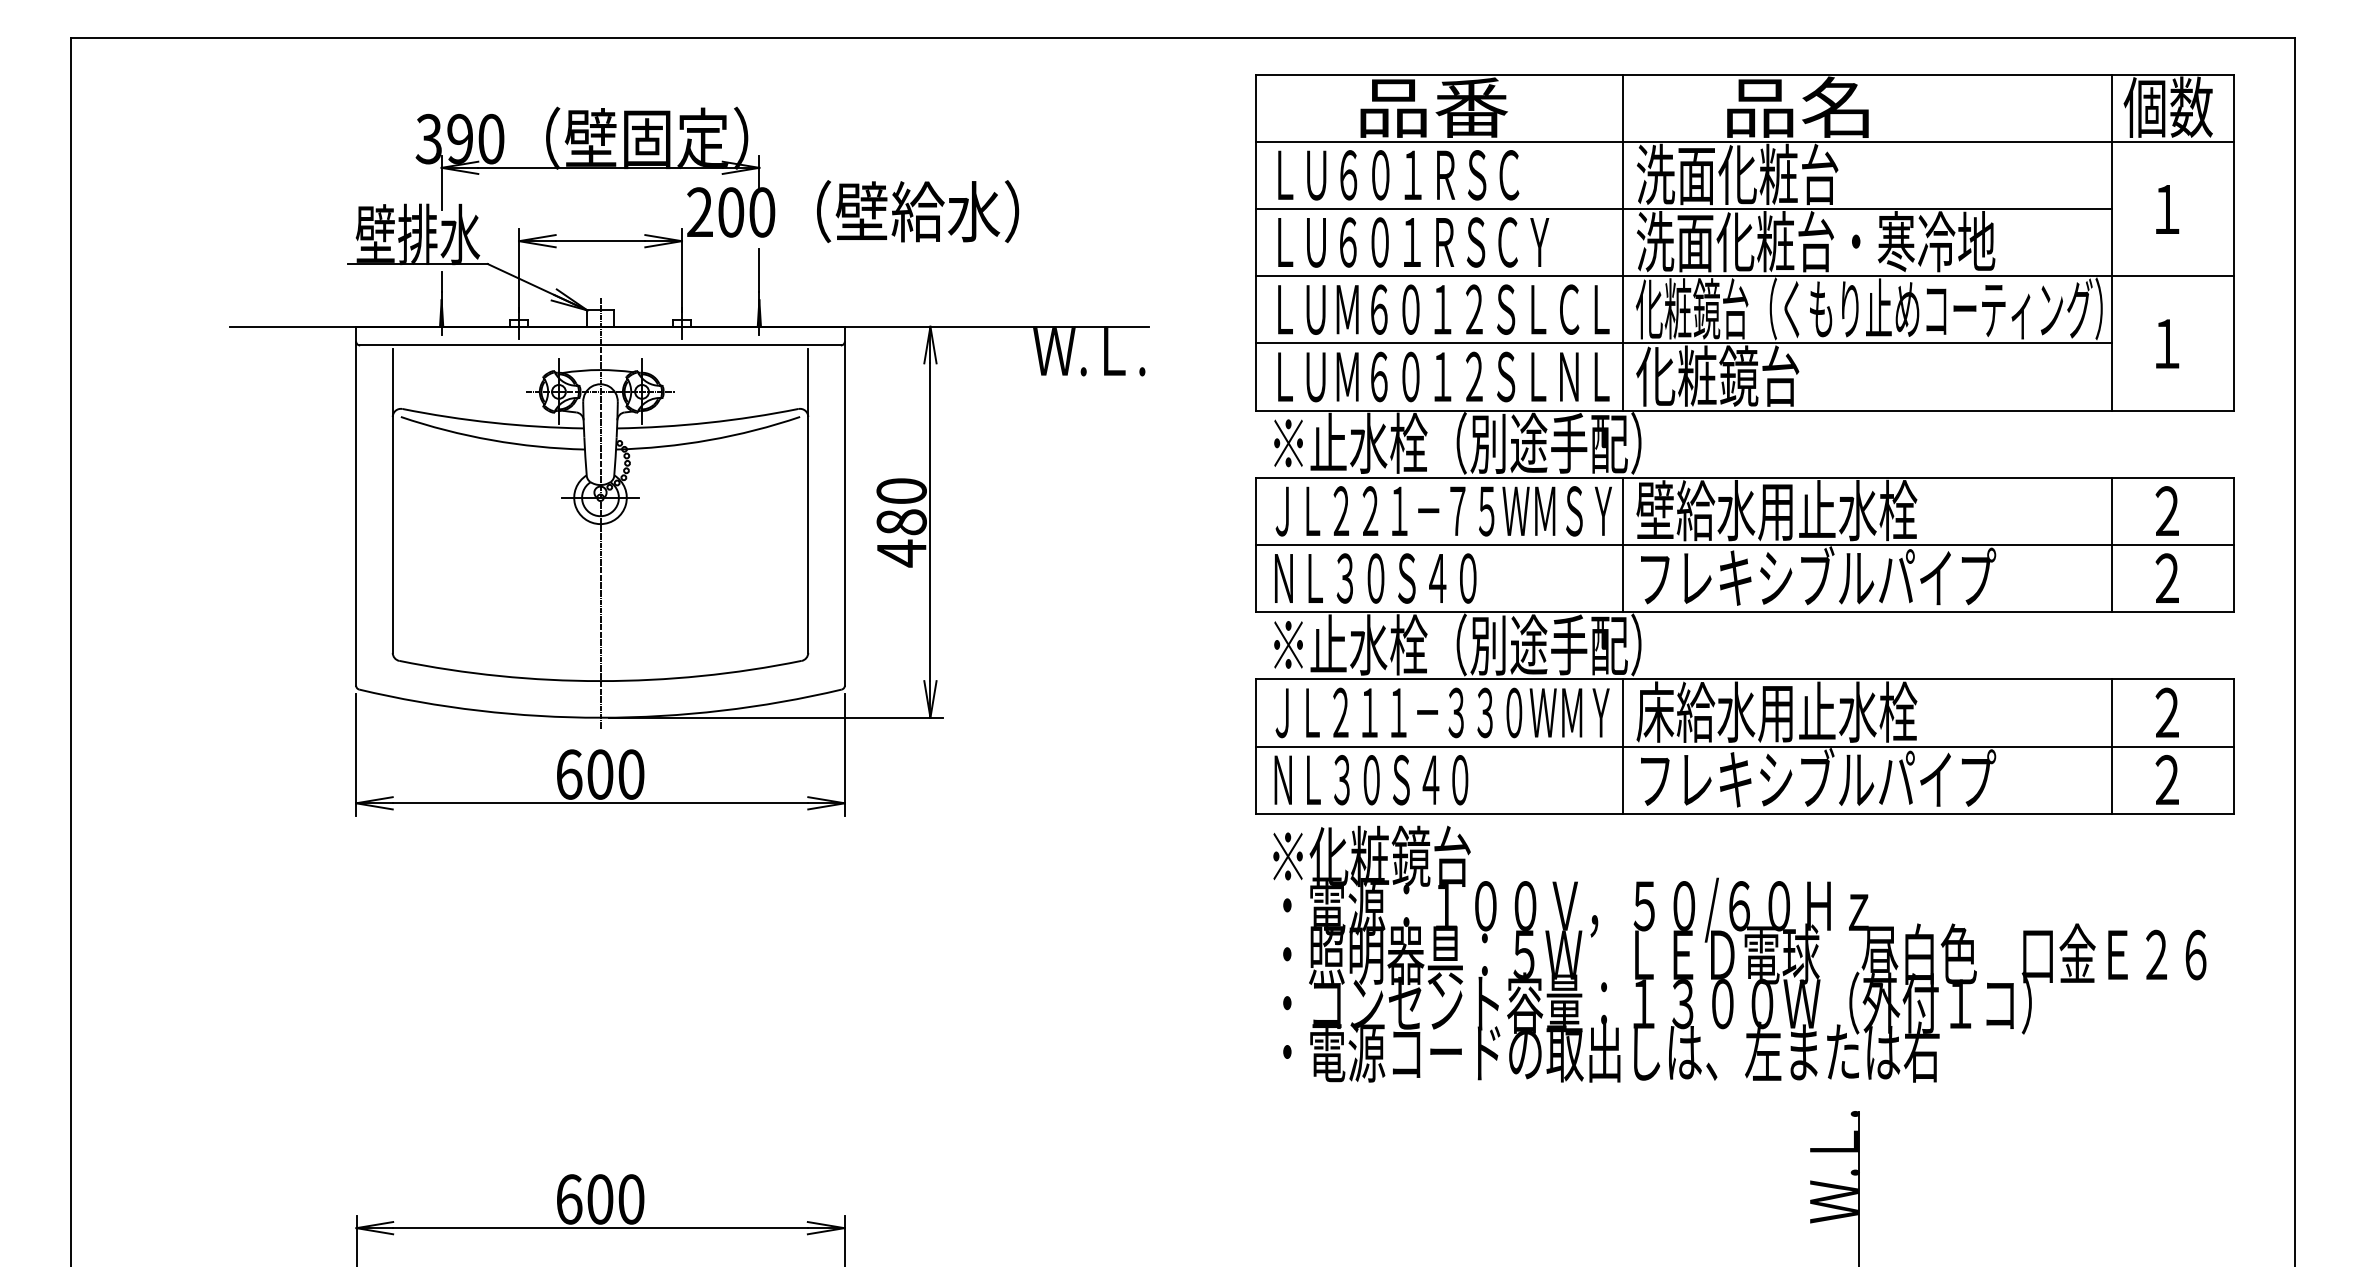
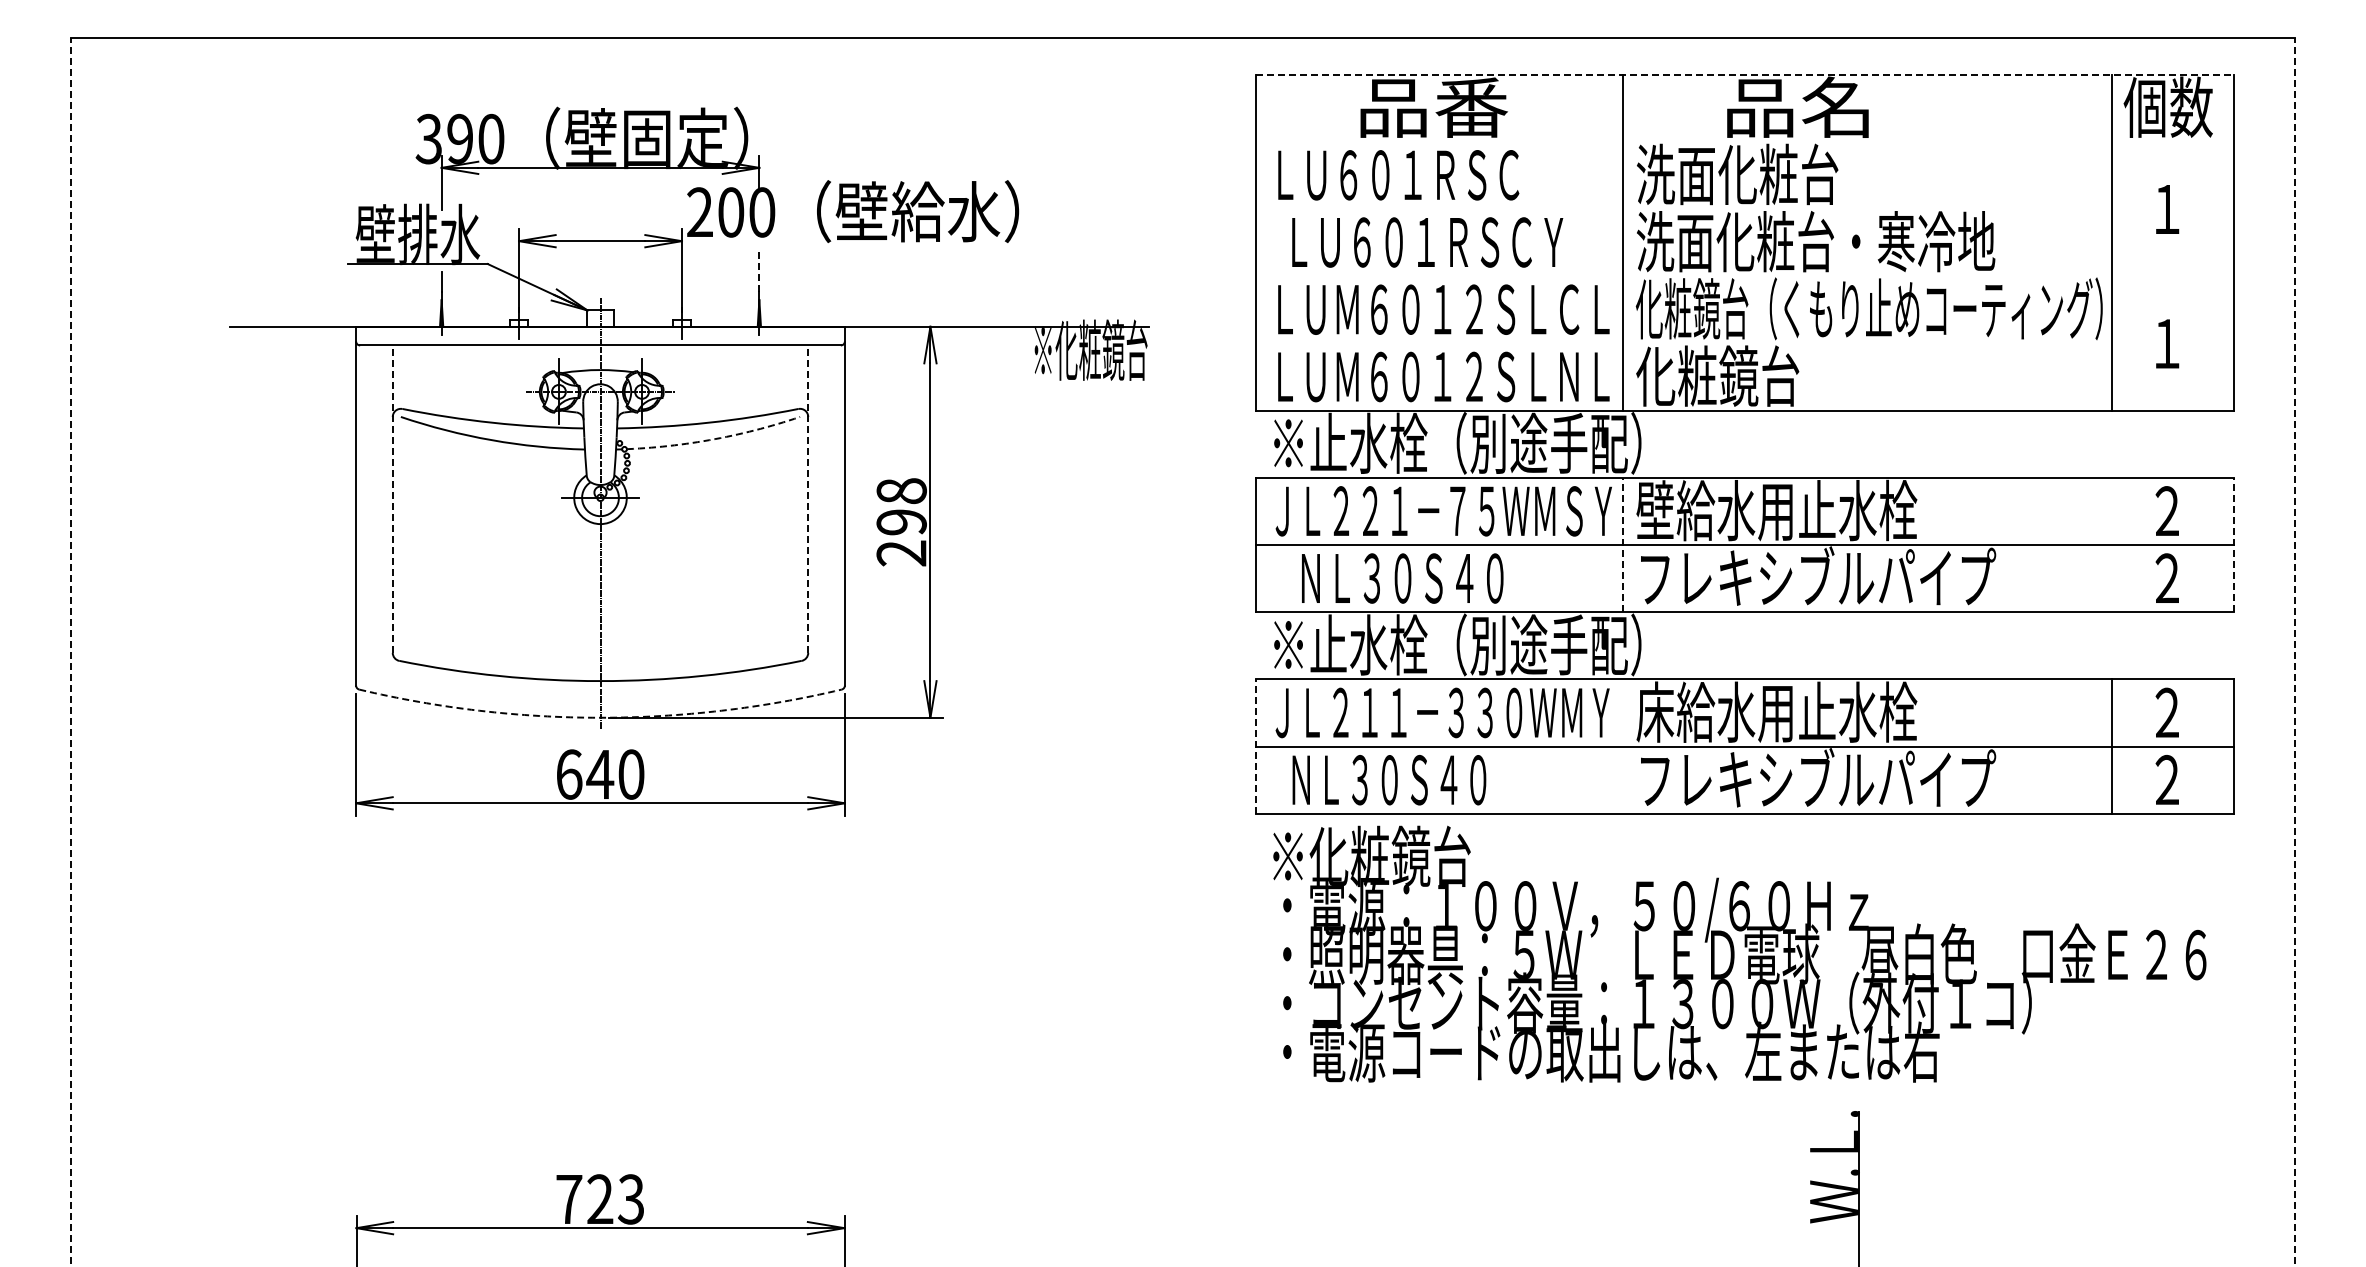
line at (1745, 74): solid -> dashed
line at (1744, 141): present -> none
line at (1683, 209): present -> none
text at (1413, 242) position: (1413, 242) -> (1427, 242)
line at (759, 270): solid -> dashed
line at (1744, 276): present -> none
line at (1683, 343): present -> none
text at (1090, 349): Ｗ.Ｌ. -> ※化粧鏡台
arc at (709, 440): solid -> dashed
line at (392, 501): solid -> dashed
line at (808, 501): solid -> dashed
text at (901, 522): 480 -> 298
line at (1622, 544): solid -> dashed
line at (2111, 544): present -> none
line at (2233, 544): solid -> dashed
text at (1375, 578) position: (1375, 578) -> (1402, 578)
line at (70, 651): solid -> dashed
line at (2295, 651): solid -> dashed
arc at (600, 717): solid -> dashed
line at (1256, 746): solid -> dashed
line at (1622, 746): present -> none
text at (600, 774): 600 -> 640
text at (1371, 780) position: (1371, 780) -> (1389, 780)
text at (600, 1199): 600 -> 723
